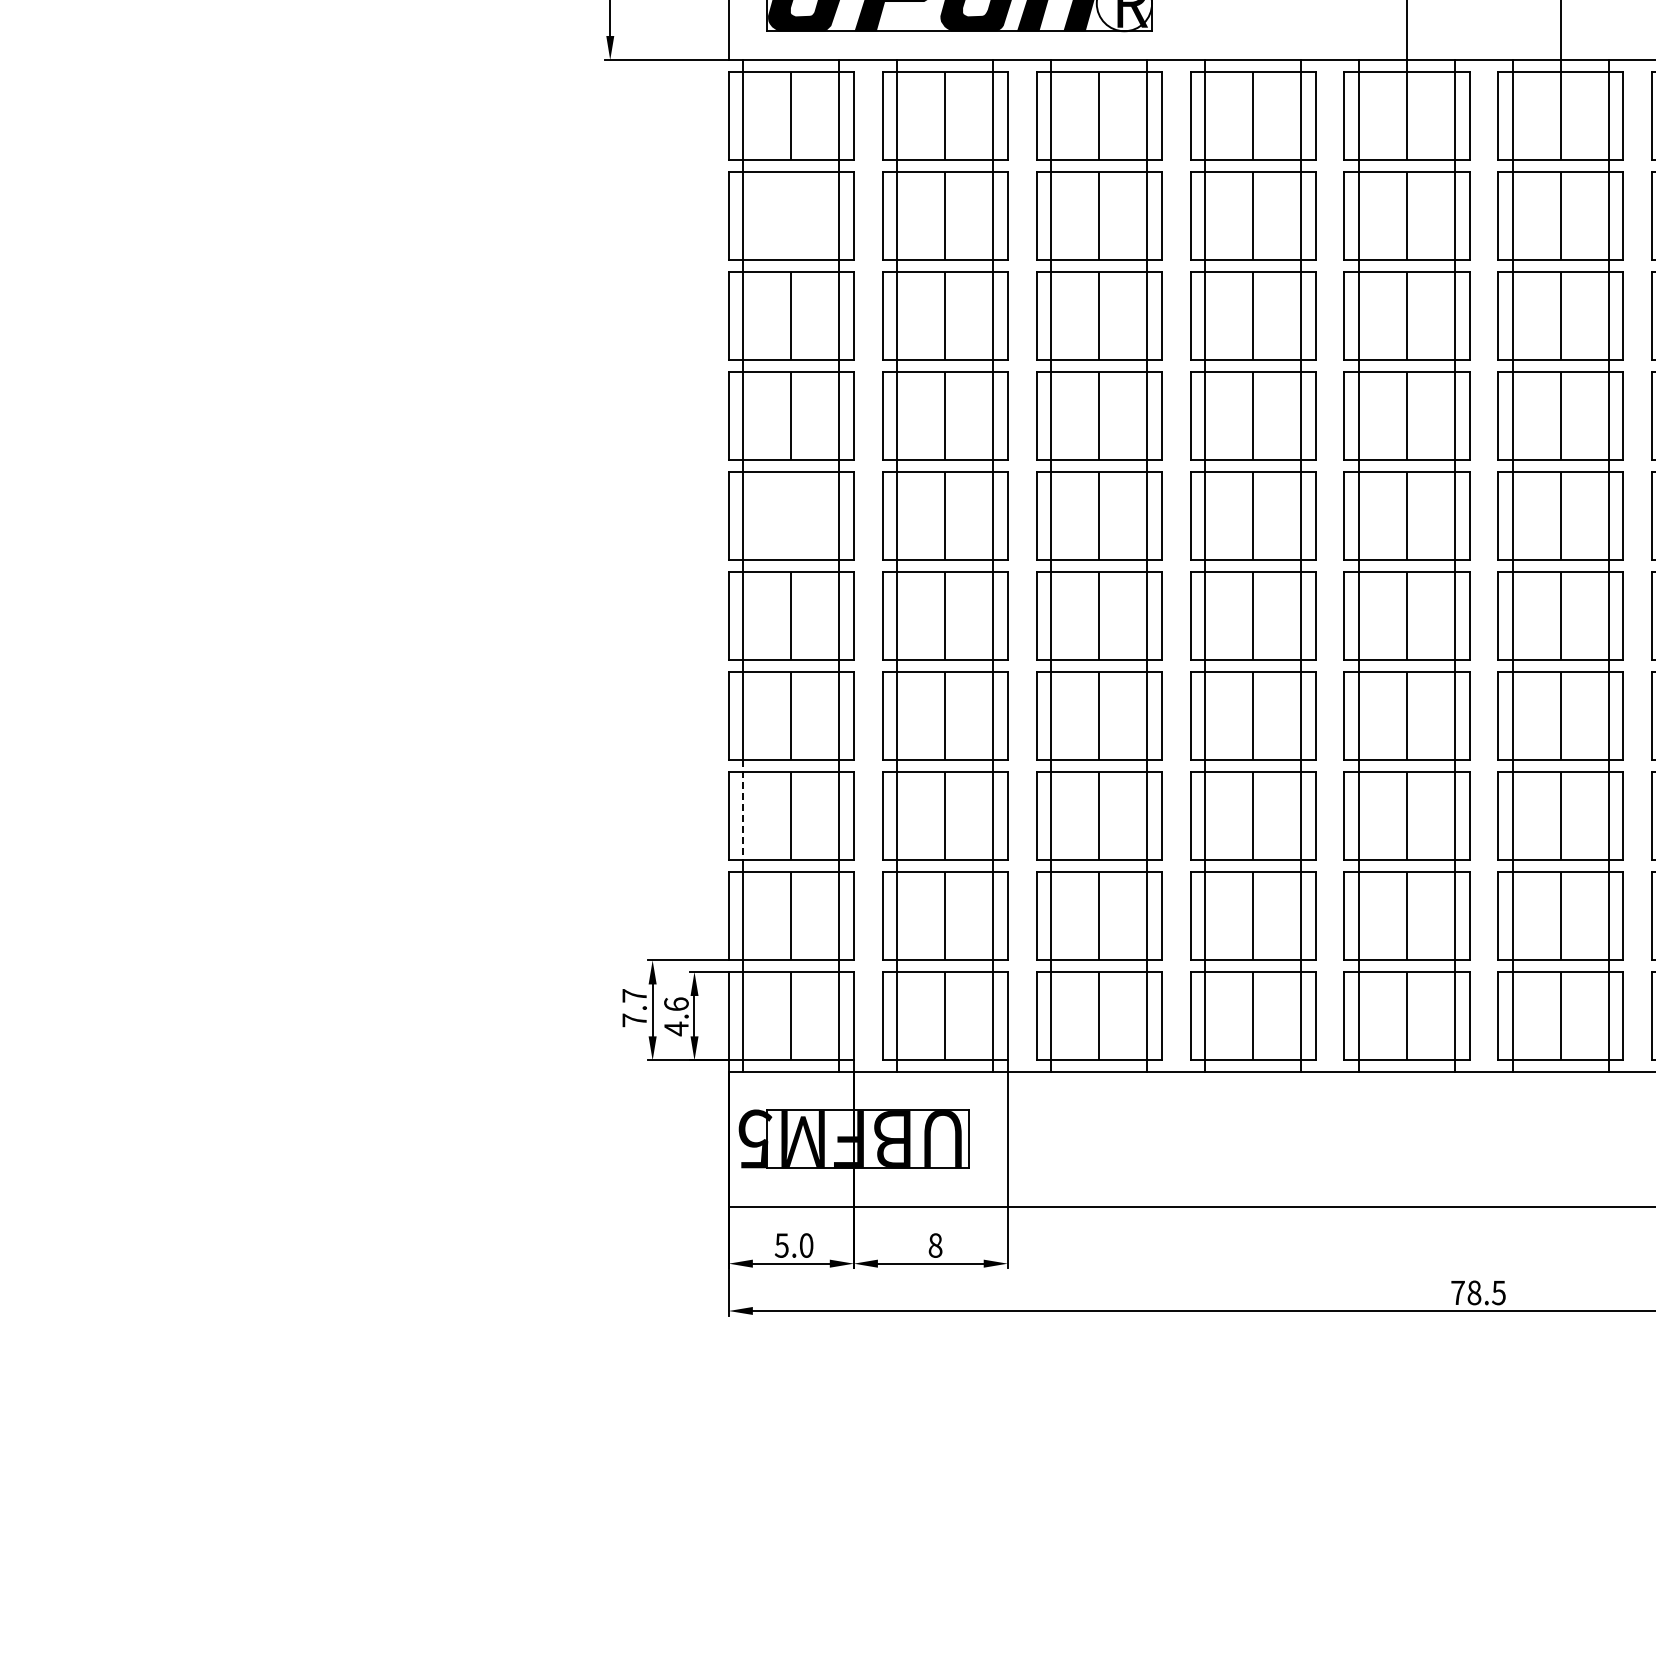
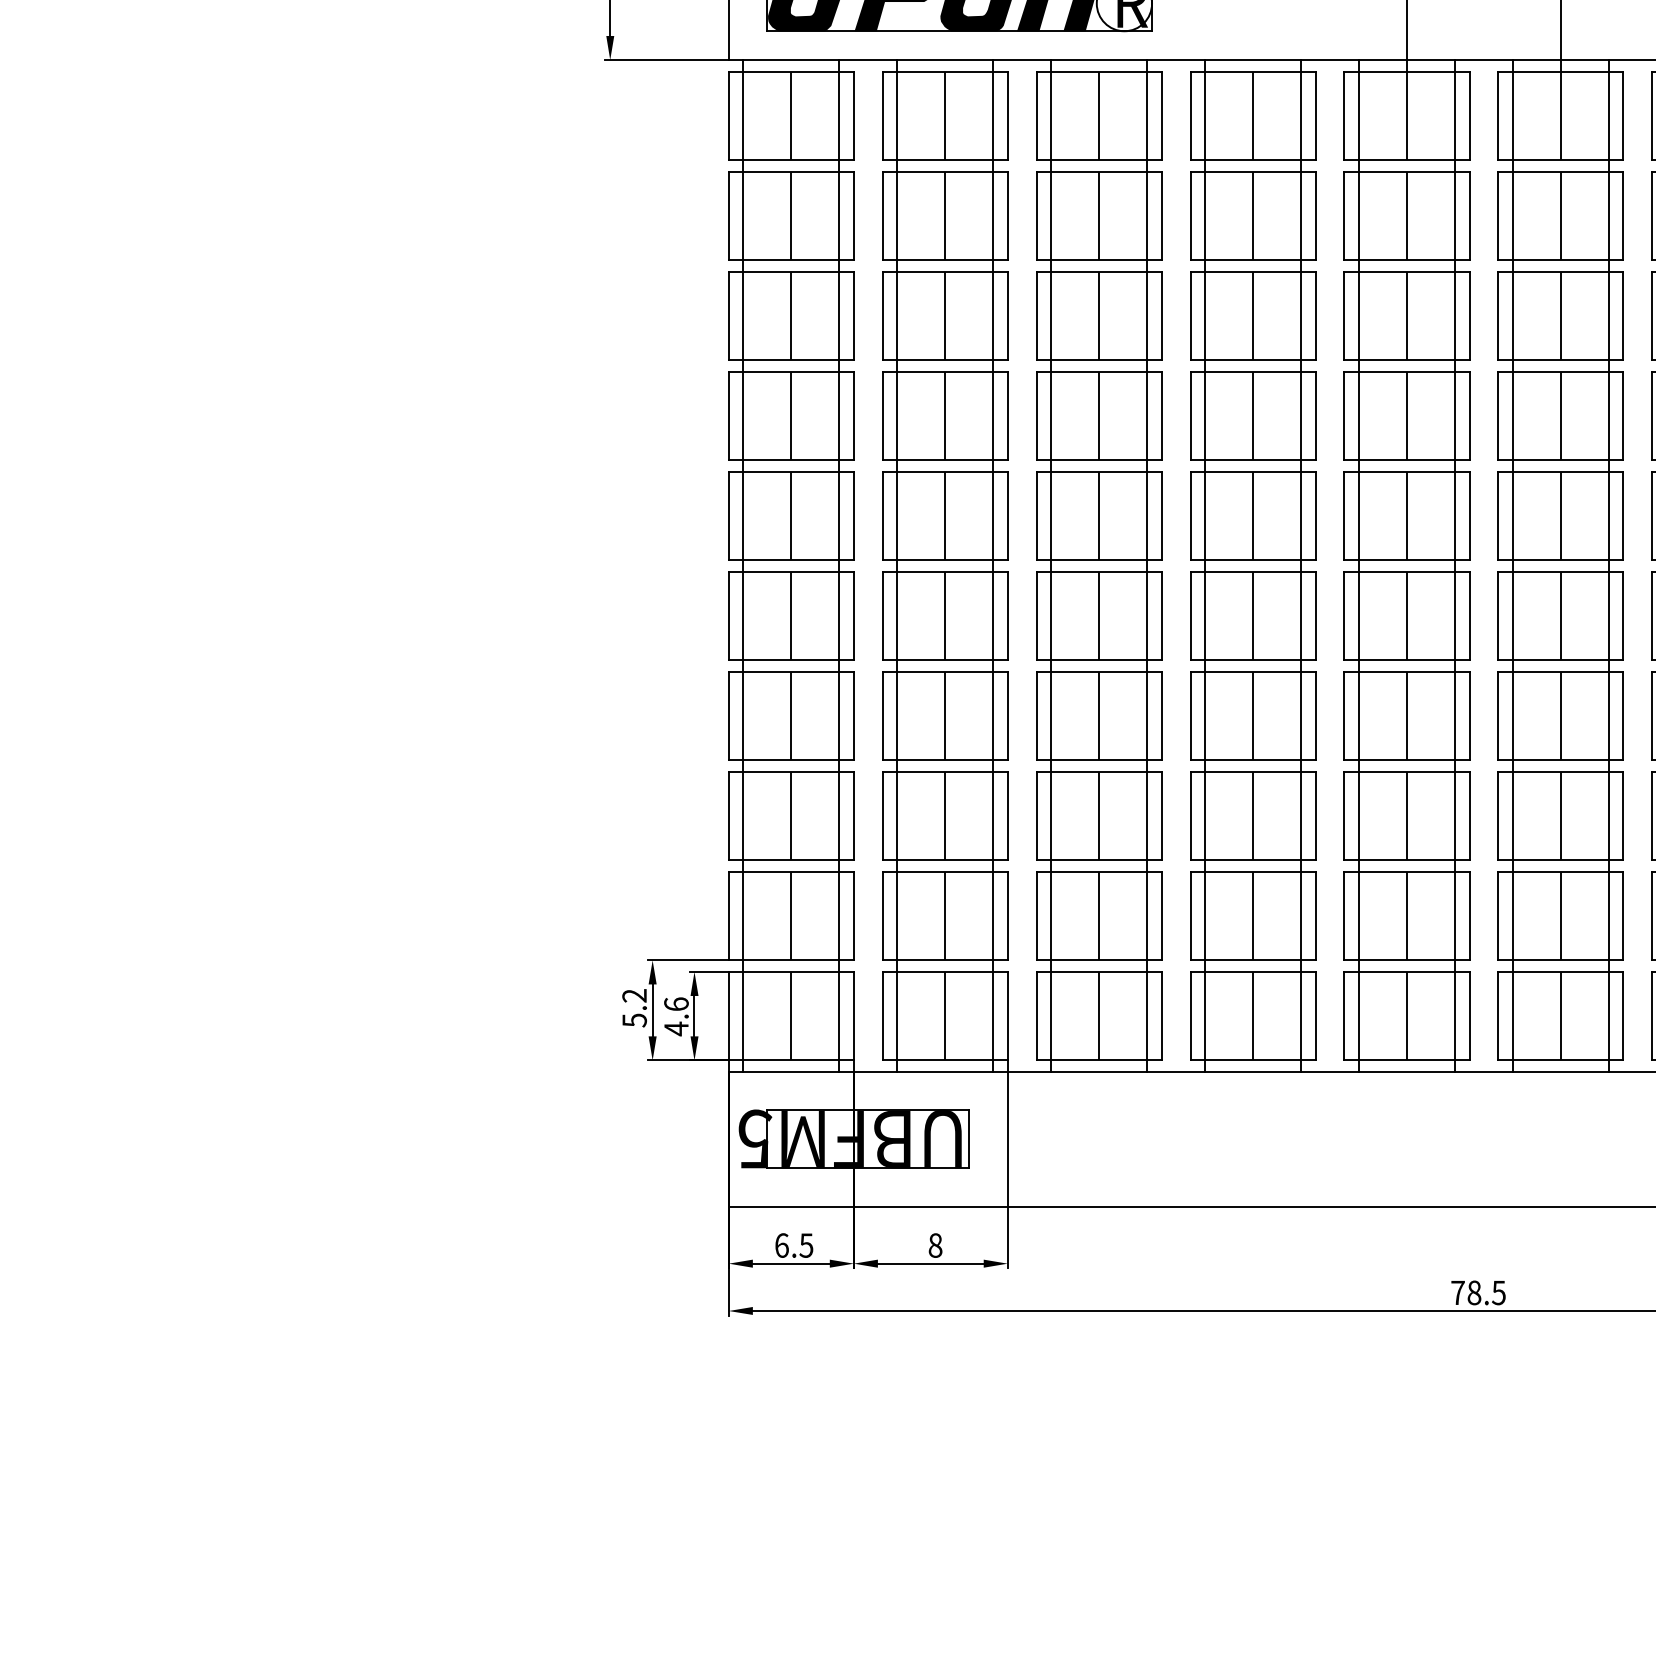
line at (791, 215): none -> present
line at (791, 515): none -> present
line at (743, 810): dashed -> solid
text at (634, 1008): 7.7 -> 5.2
text at (793, 1245): 5.0 -> 6.5
